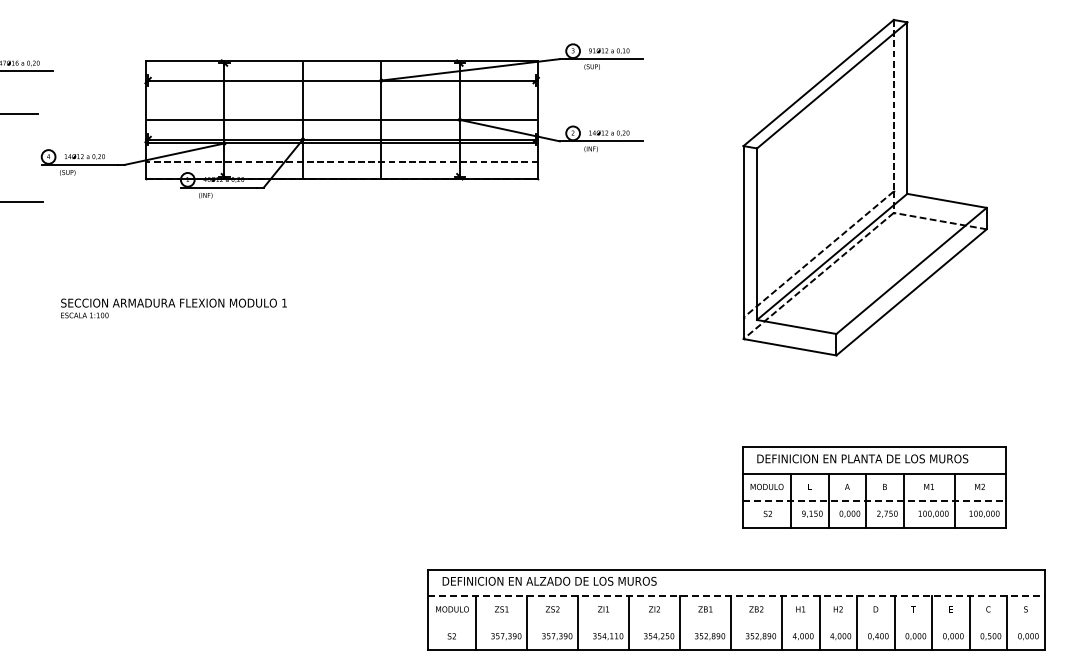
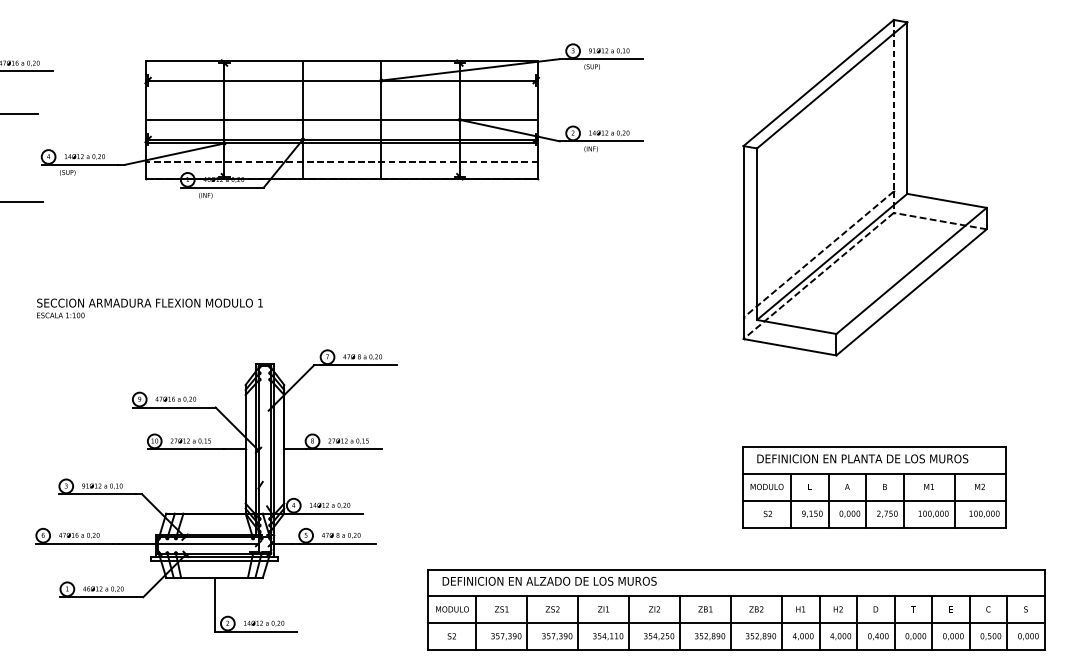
text at (173, 308) position: (173, 308) -> (149, 308)
line at (874, 500): dashed -> solid
part at (216, 513): none -> present
line at (736, 596): dashed -> solid
line at (736, 623): none -> present
